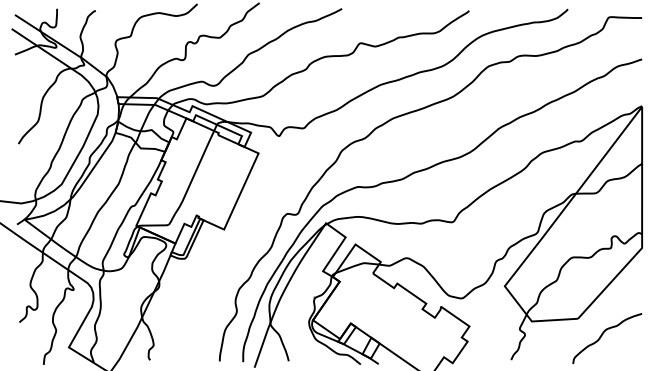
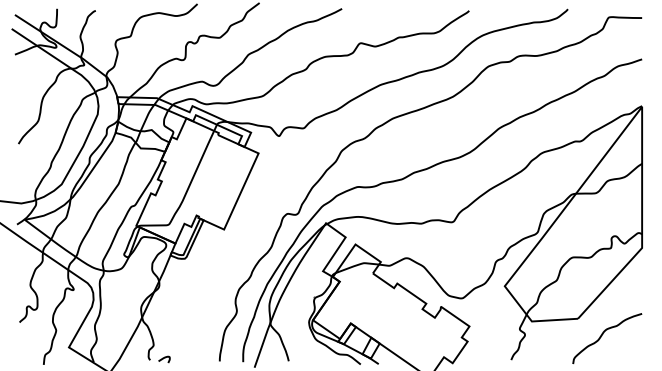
curve at (164, 358): none -> present
